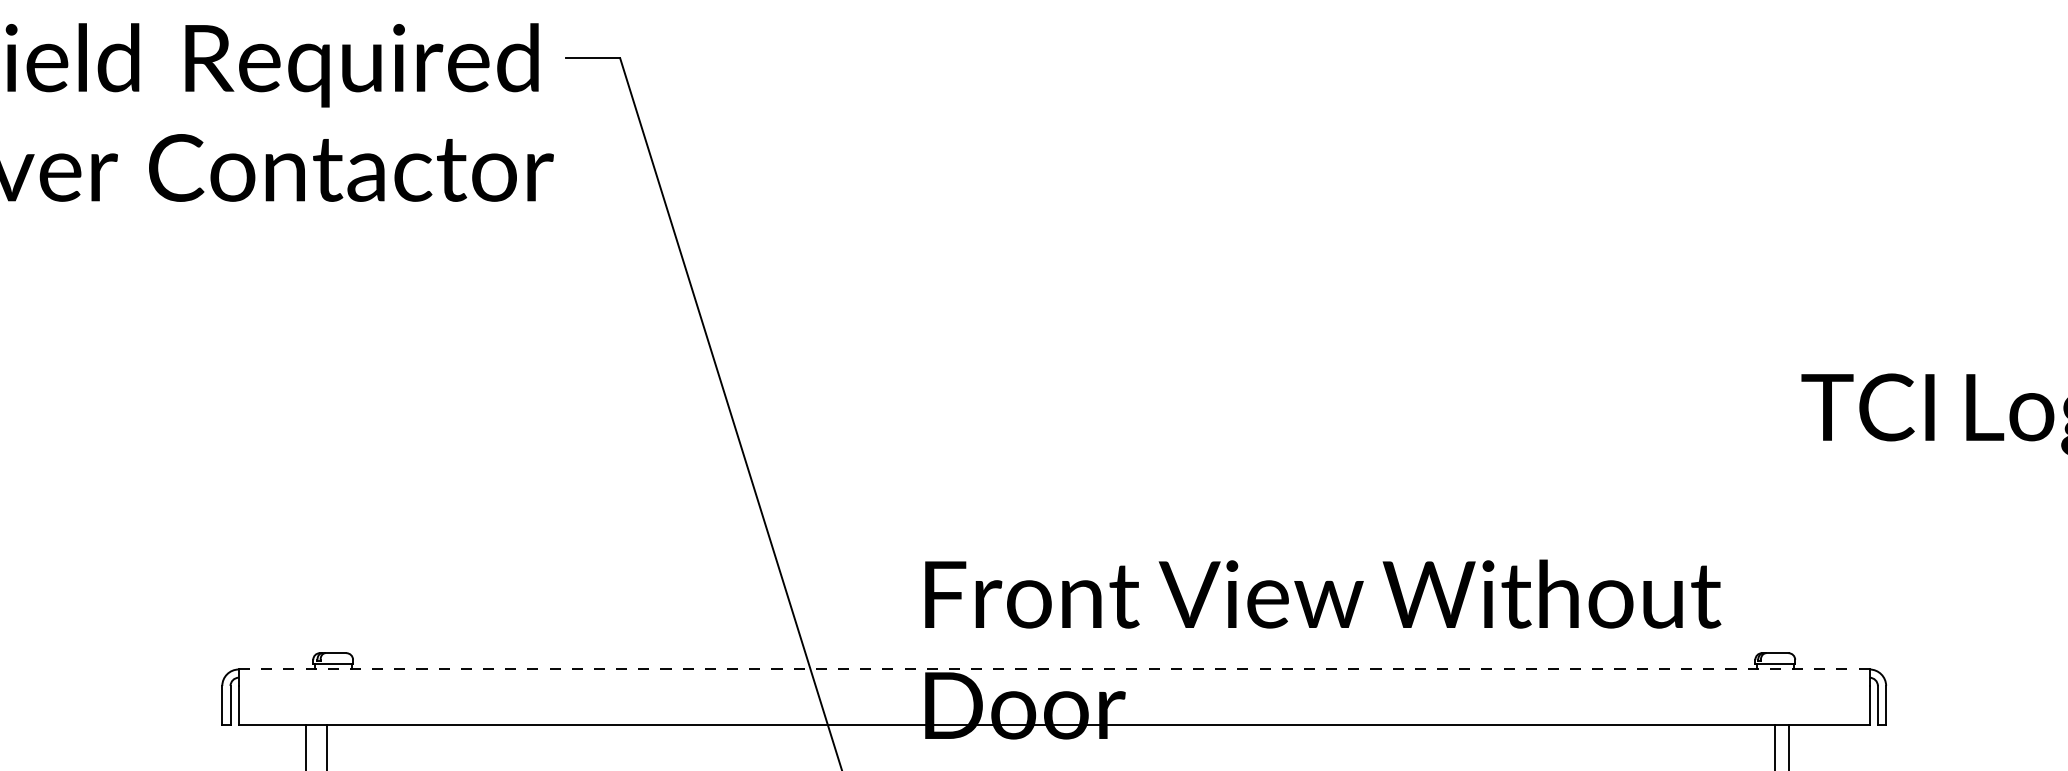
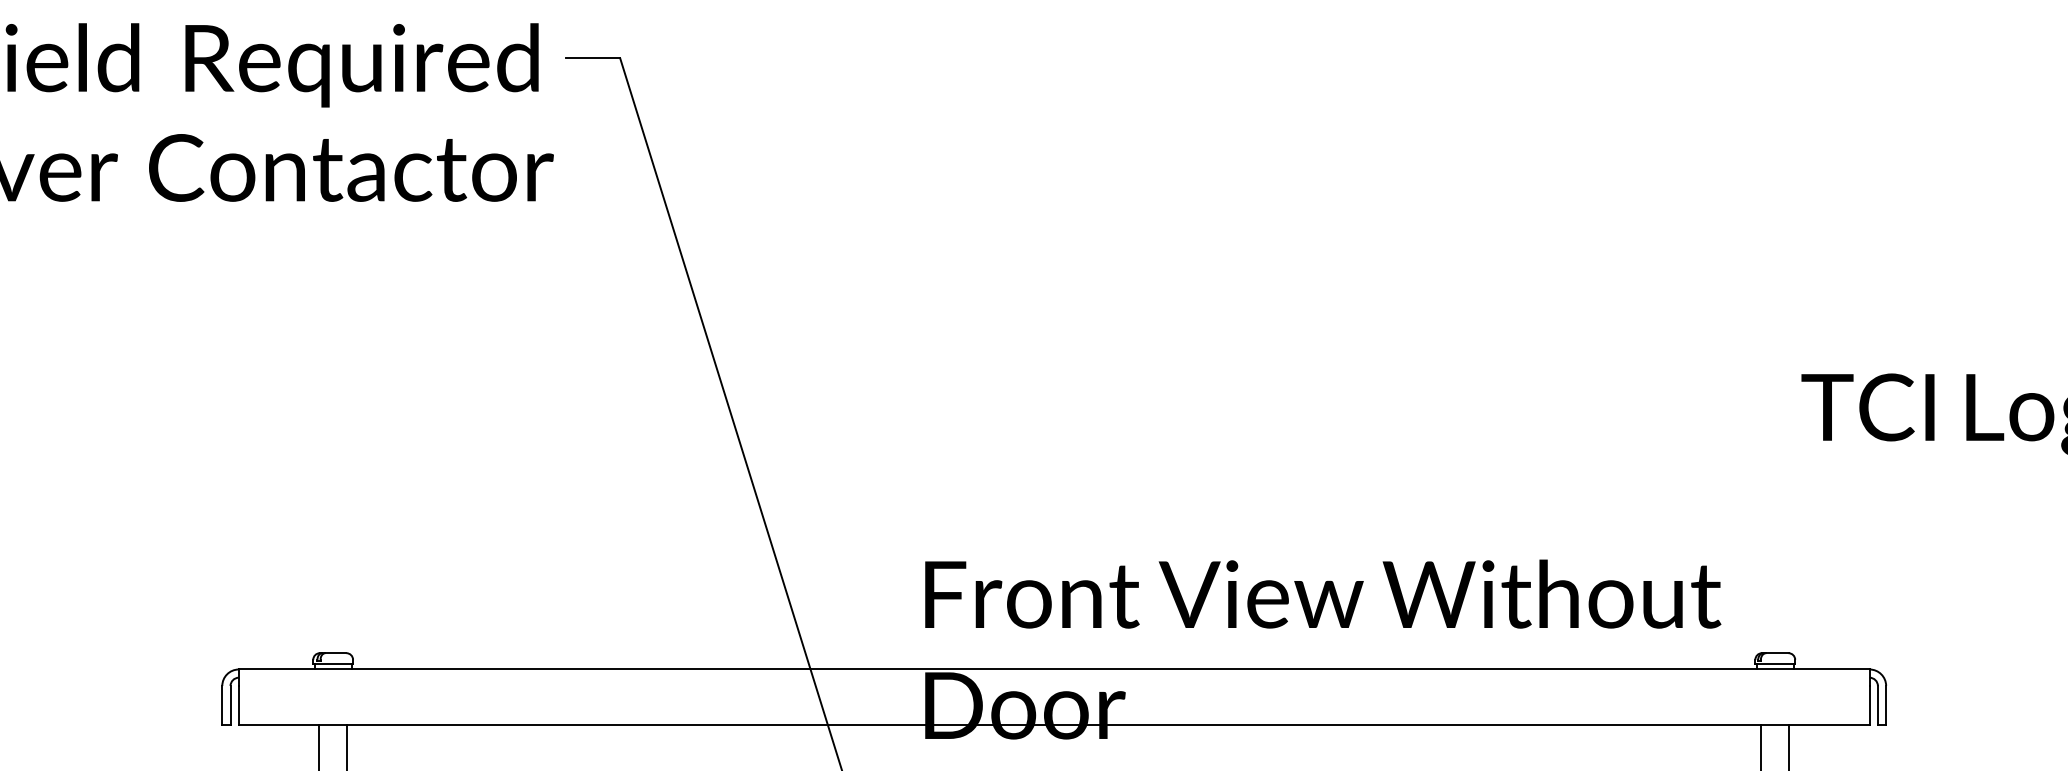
line at (1053, 669): dashed -> solid
line at (306, 745) position: (306, 745) -> (319, 745)
line at (326, 745) position: (326, 745) -> (346, 745)
line at (1775, 745) position: (1775, 745) -> (1761, 745)
